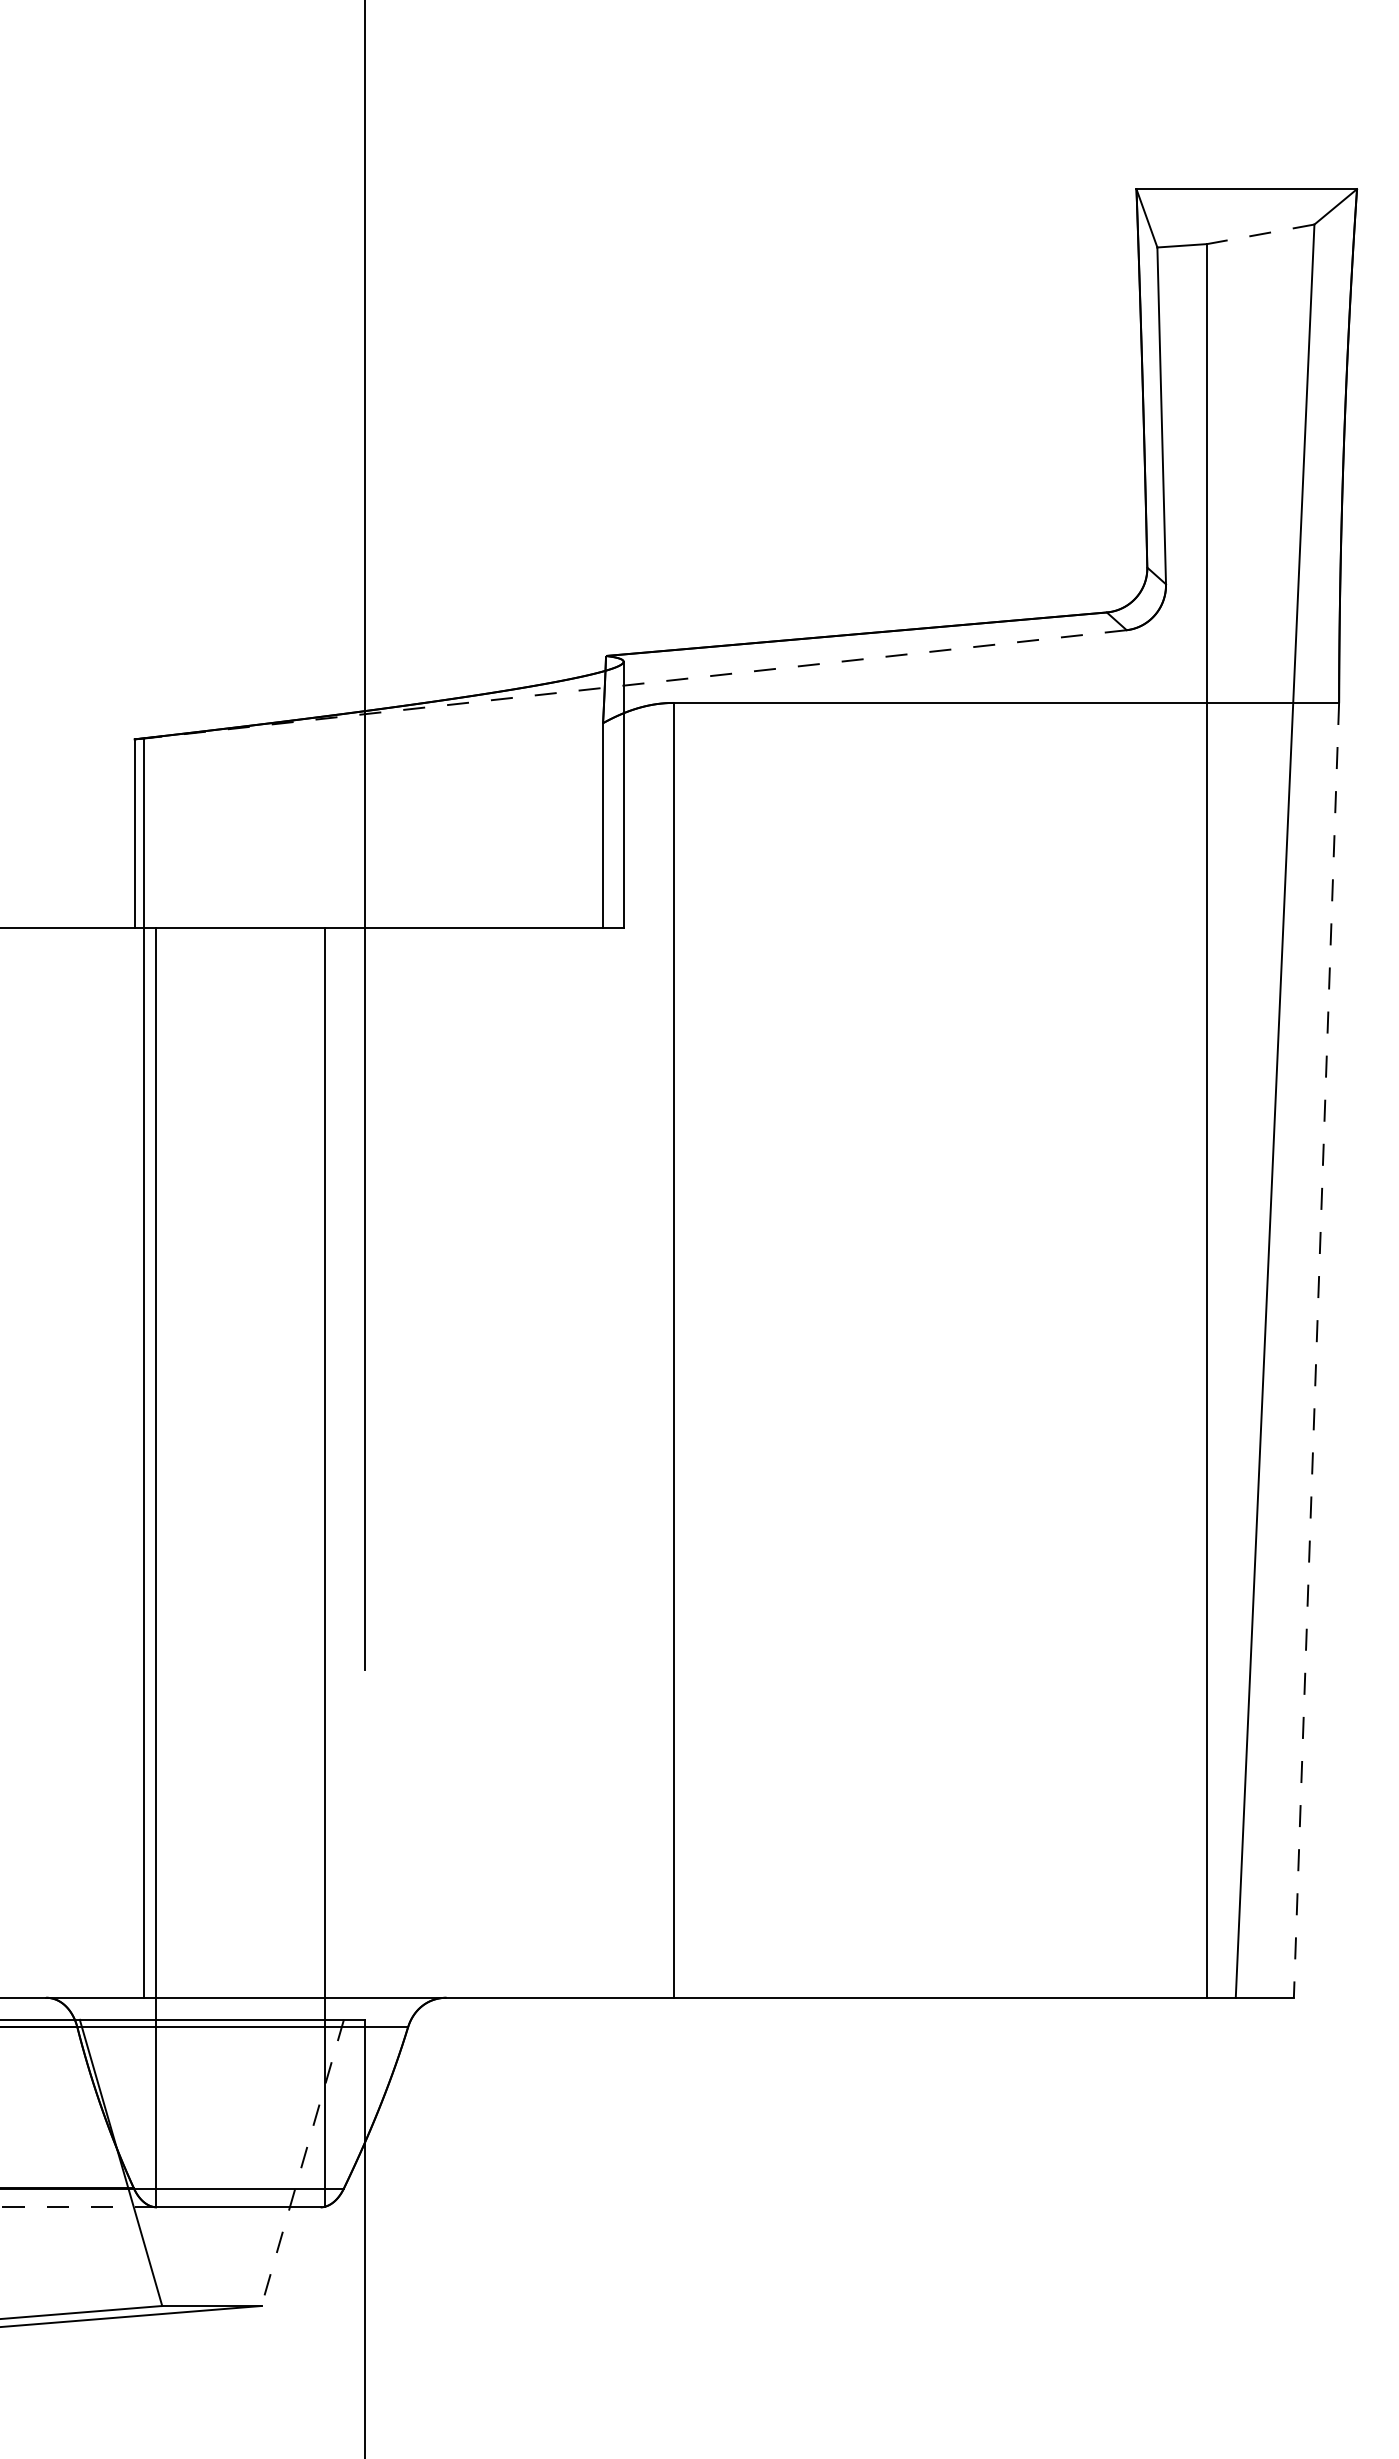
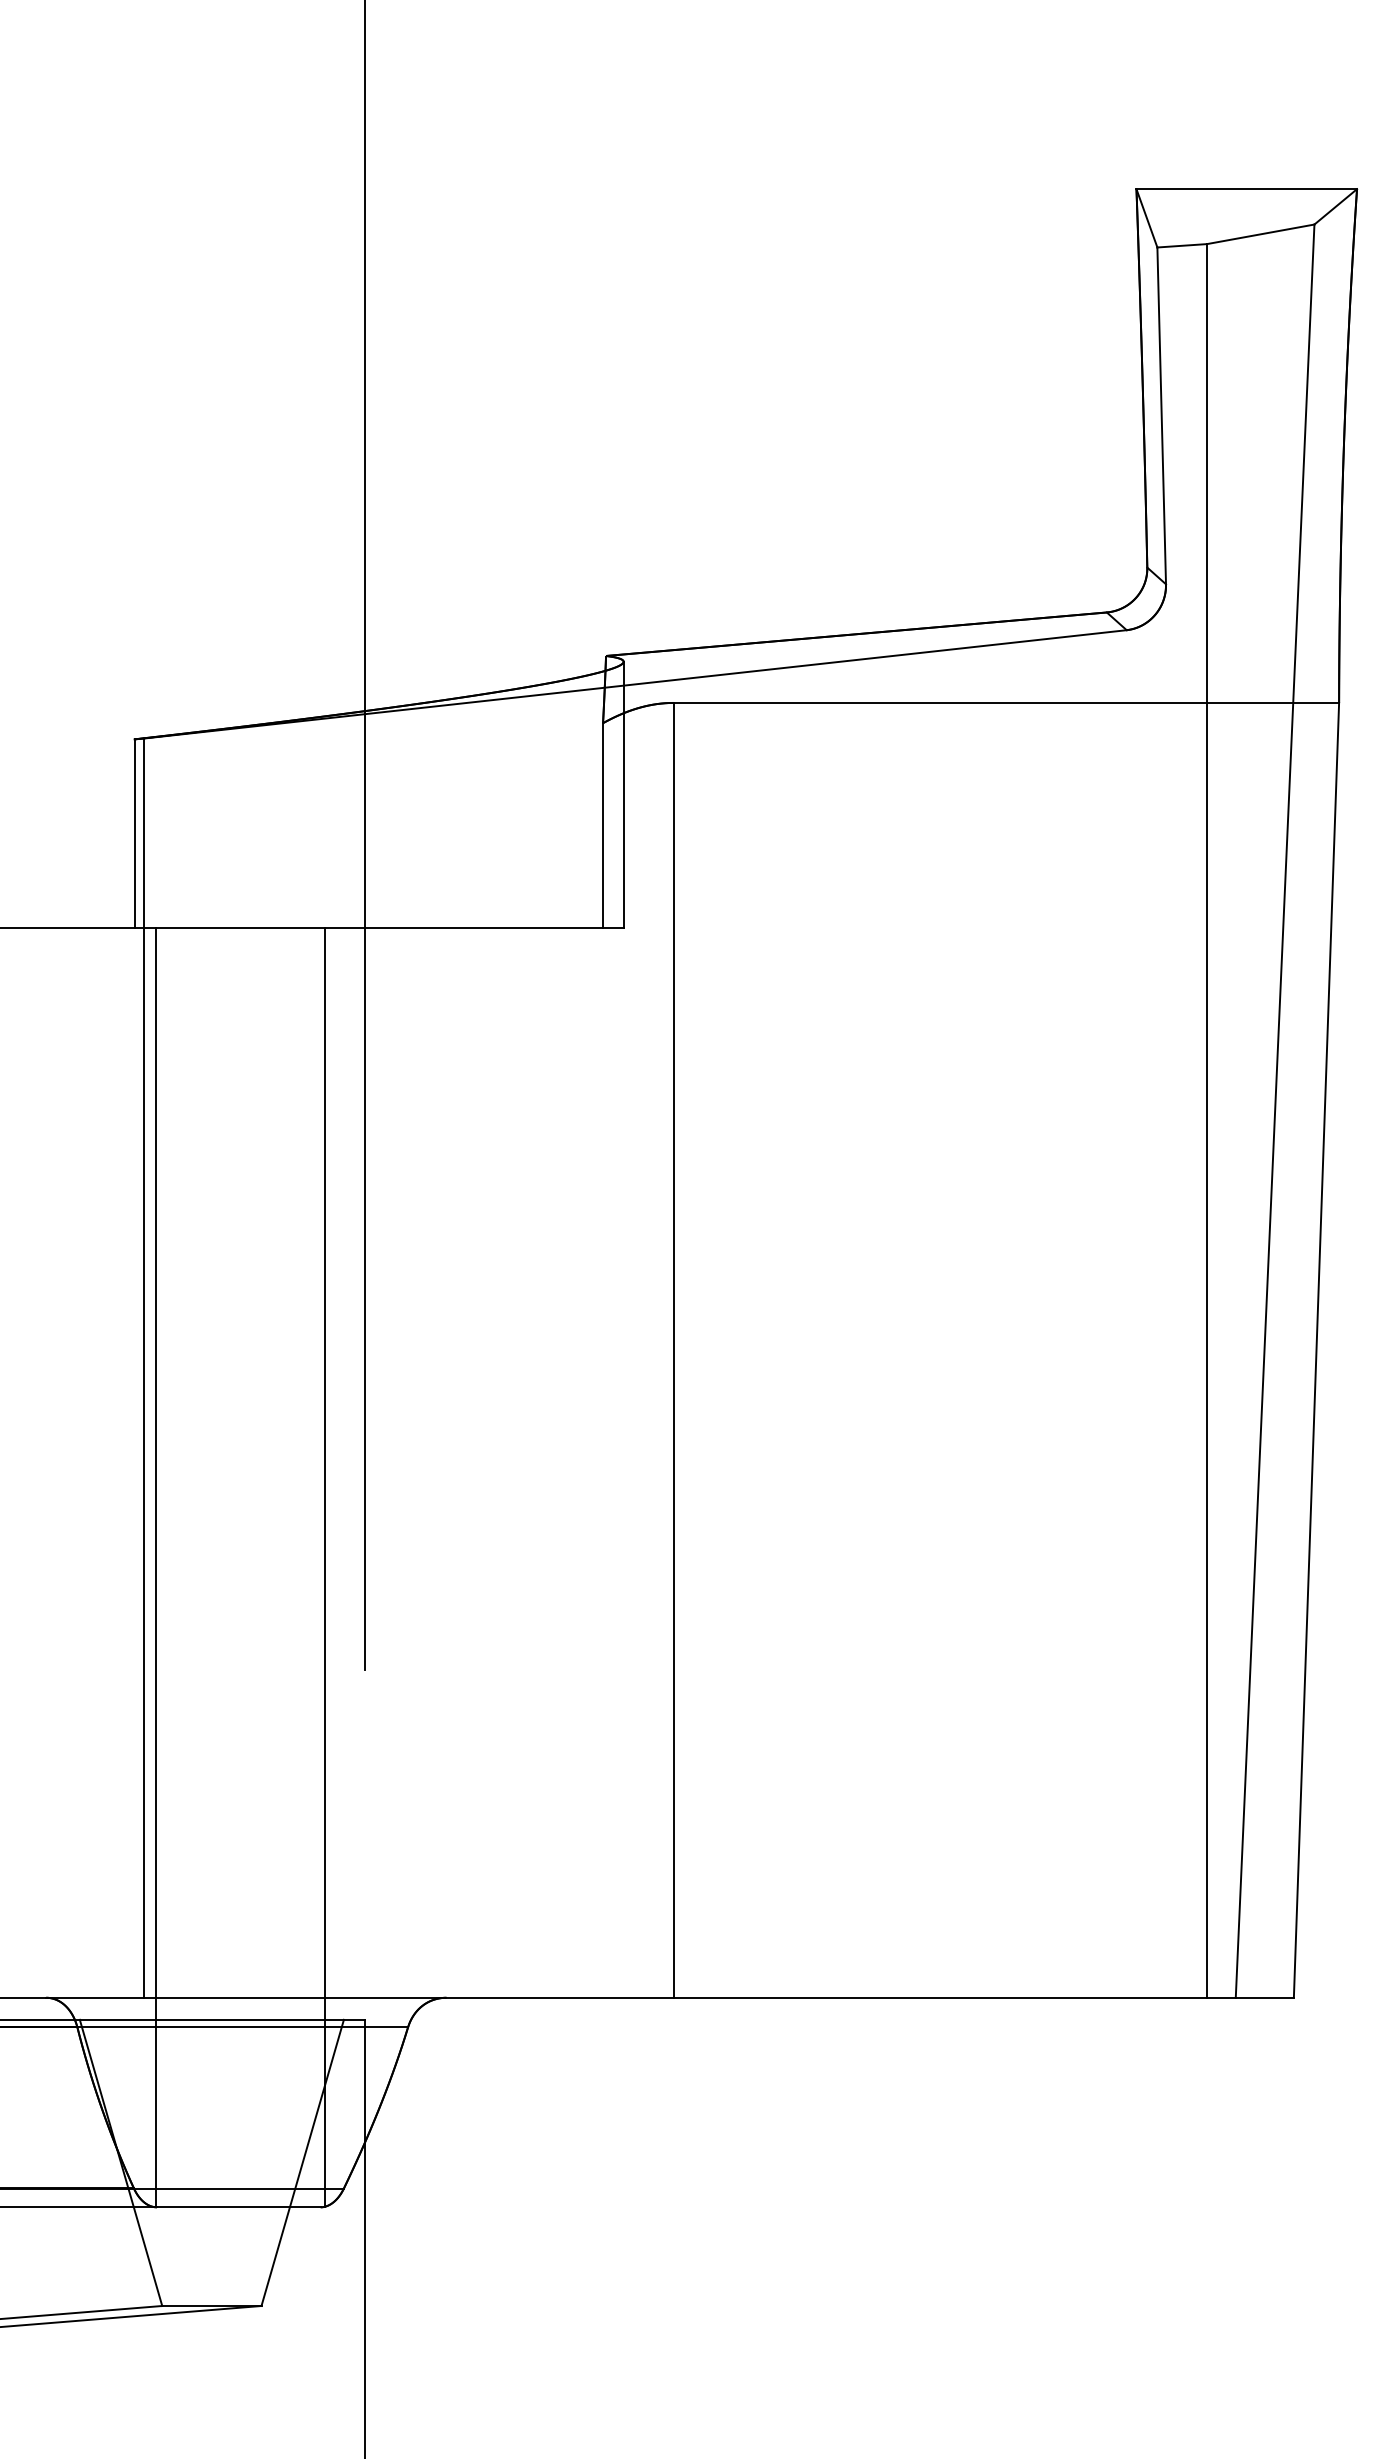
line at (1260, 234): dashed -> solid
line at (634, 684): dashed -> solid
line at (1316, 1350): dashed -> solid
line at (302, 2162): dashed -> solid
line at (78, 2207): dashed -> solid
